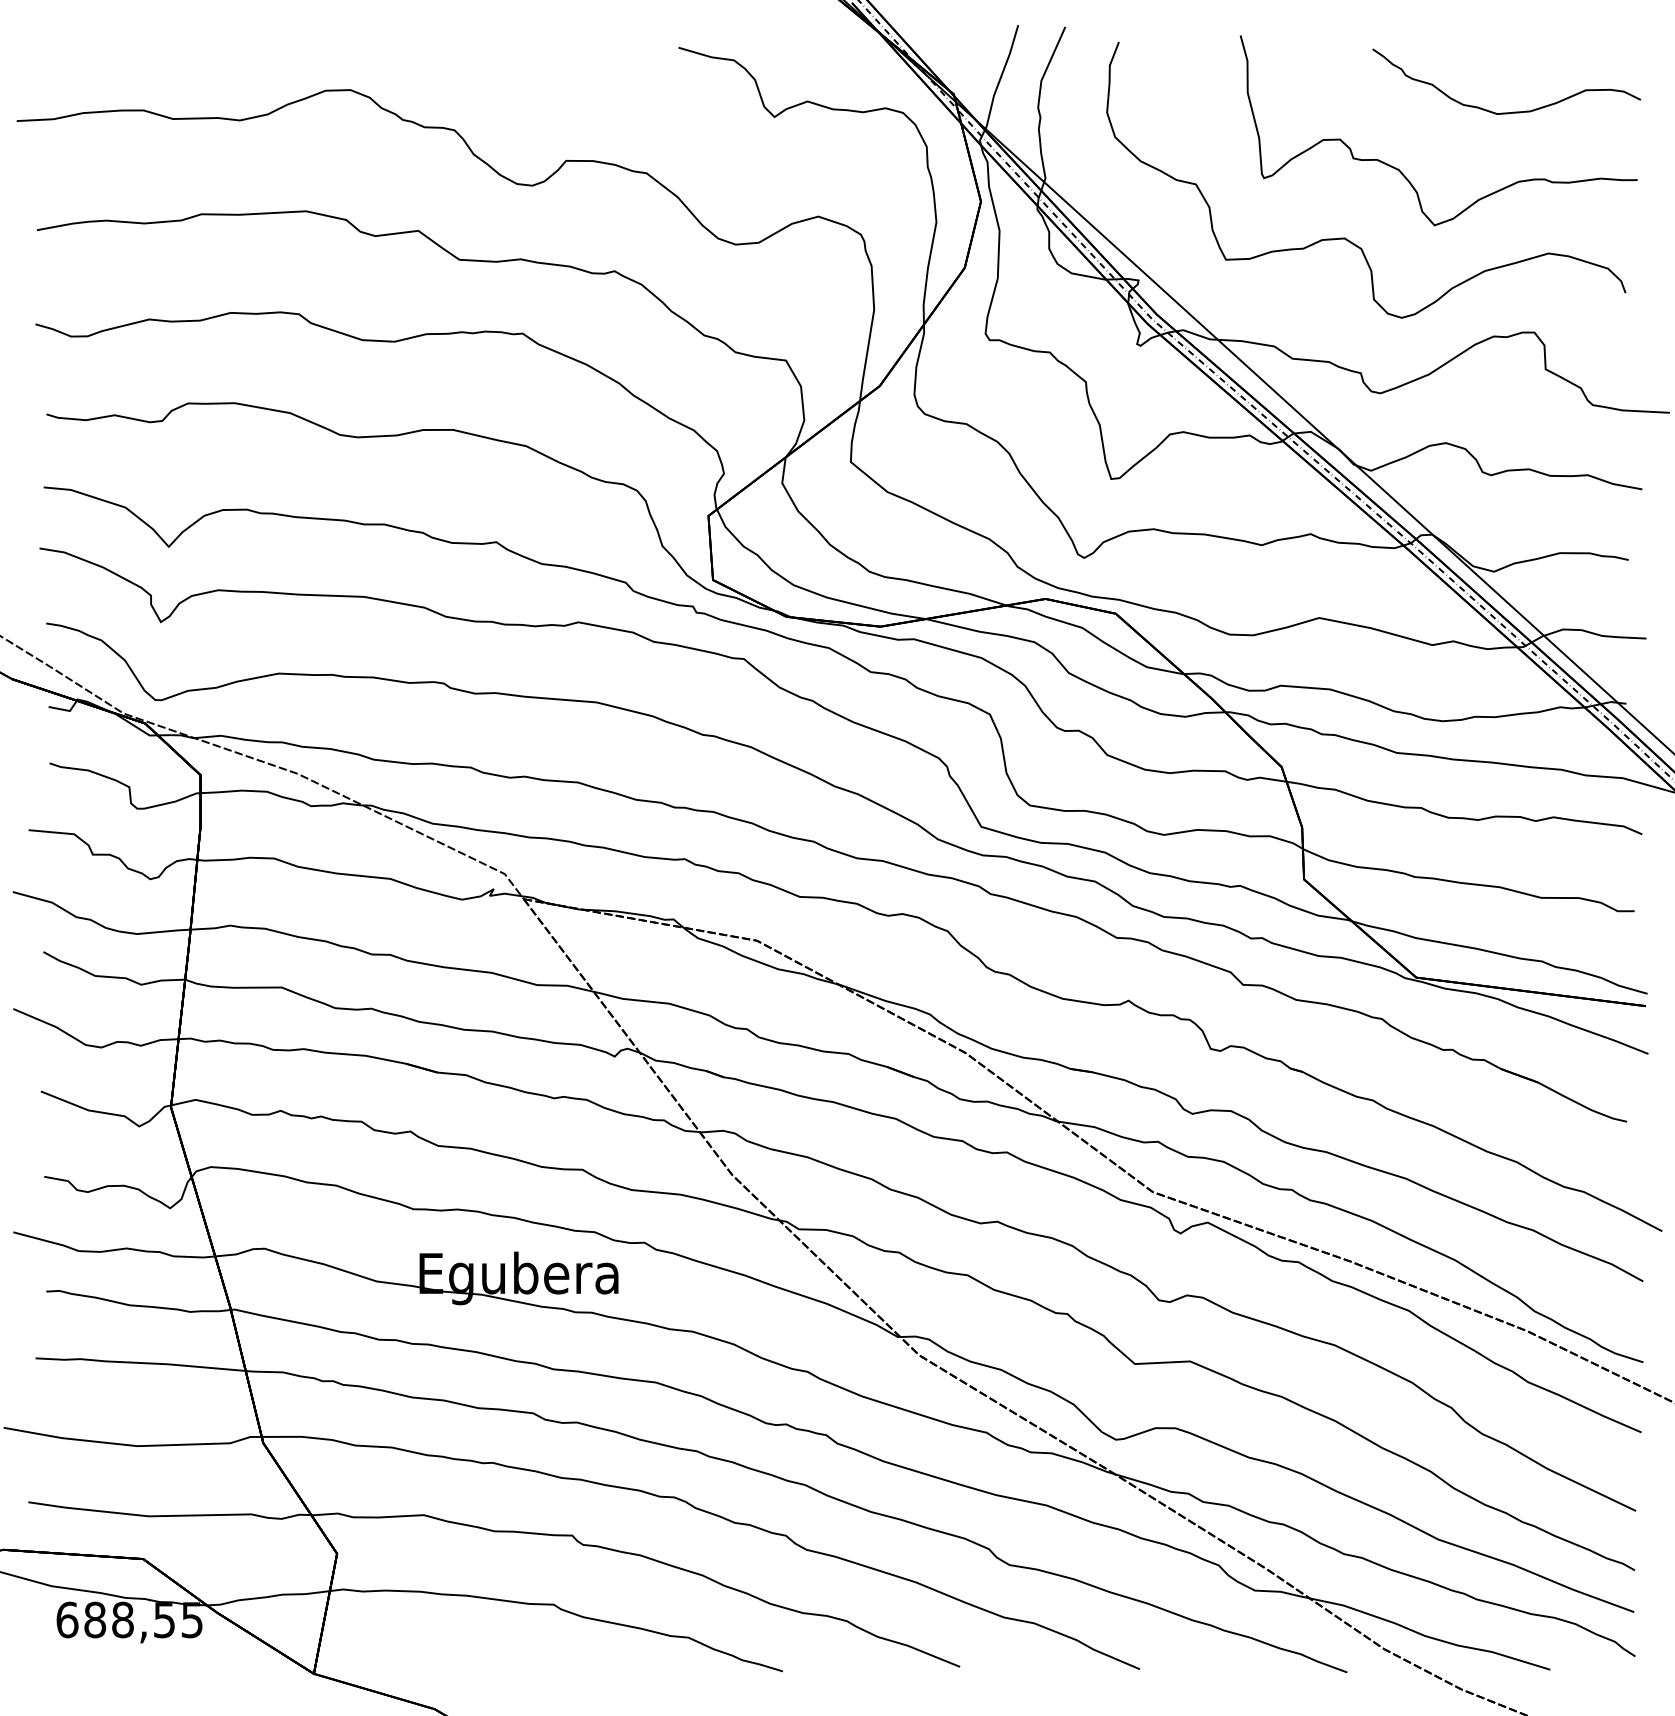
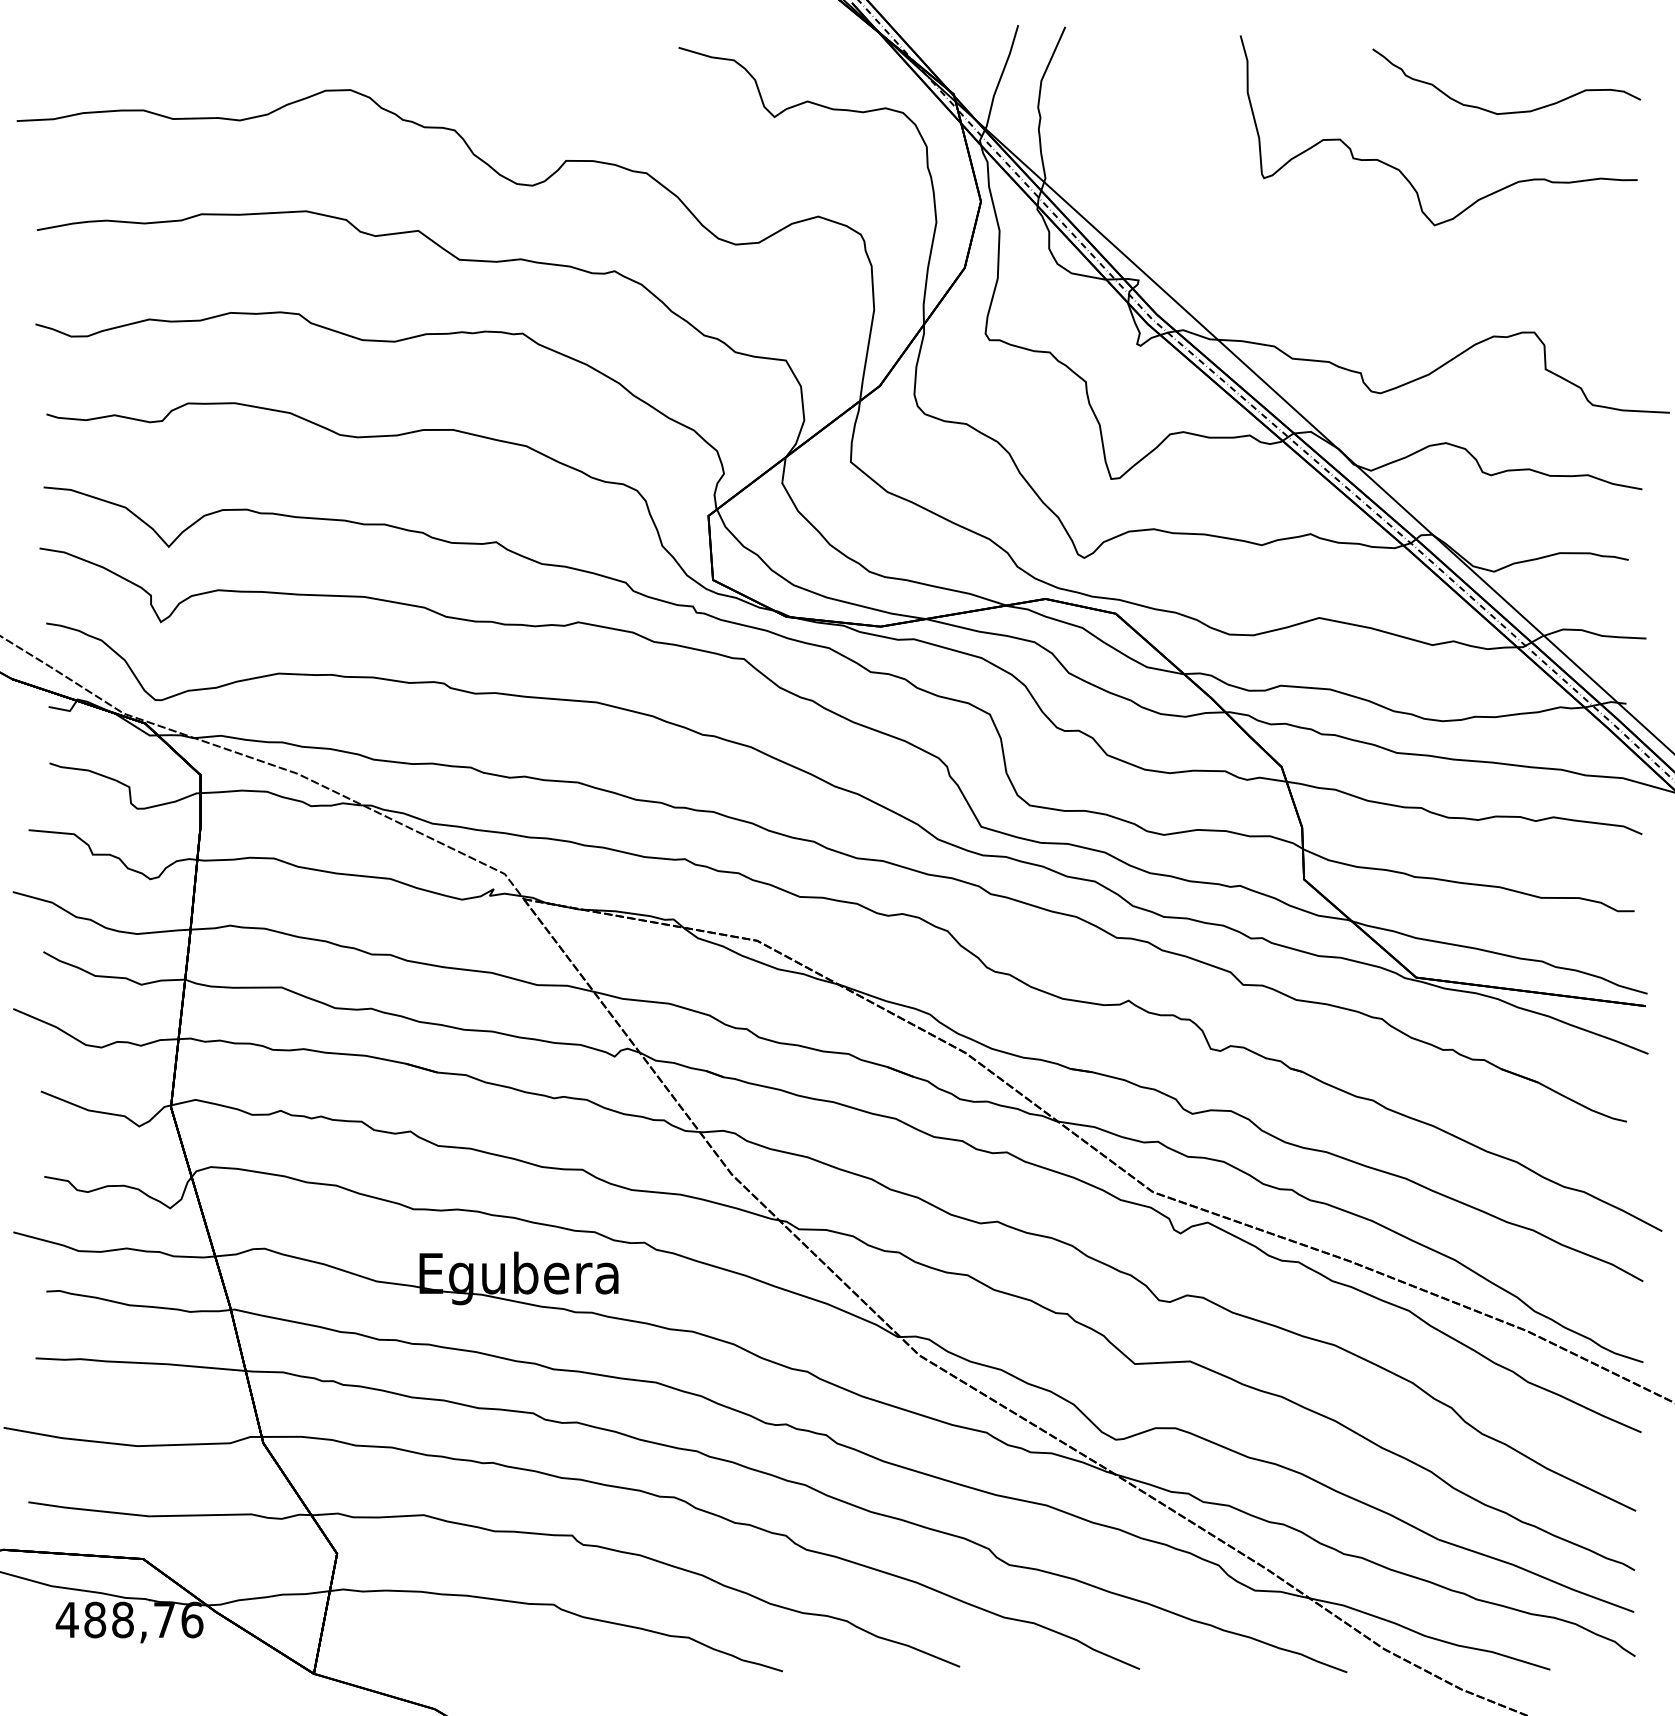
curve at (1345, 237): present -> none
text at (129, 1619): 688,55 -> 488,76
